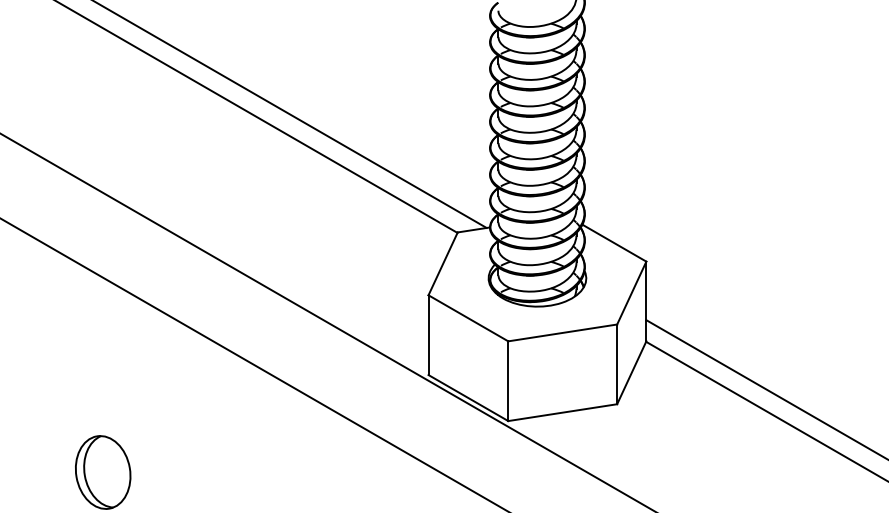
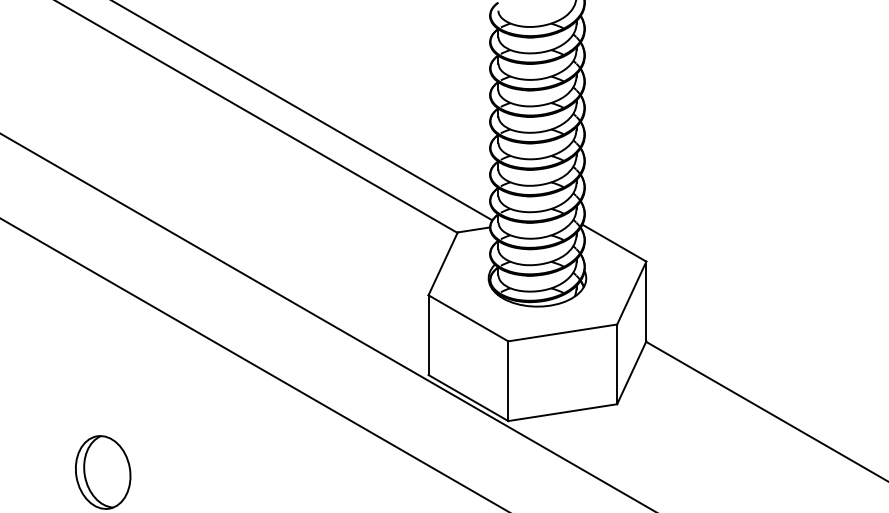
line at (290, 114) position: (290, 114) -> (302, 110)
line at (765, 389): present -> none
